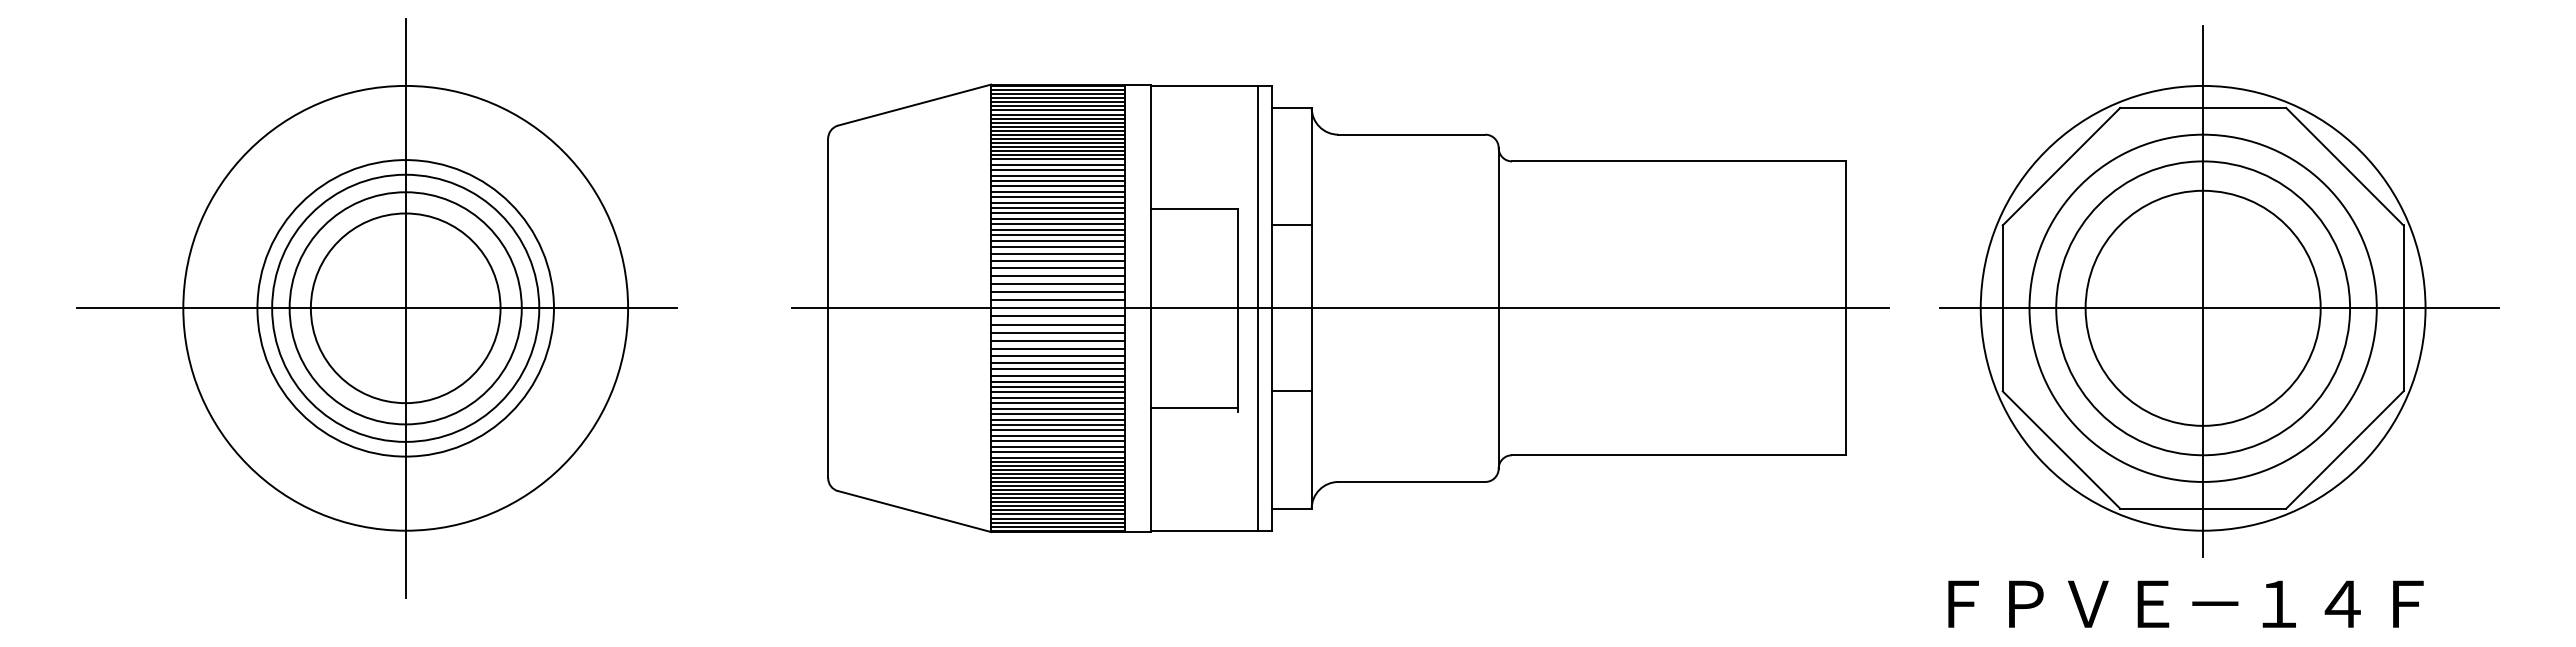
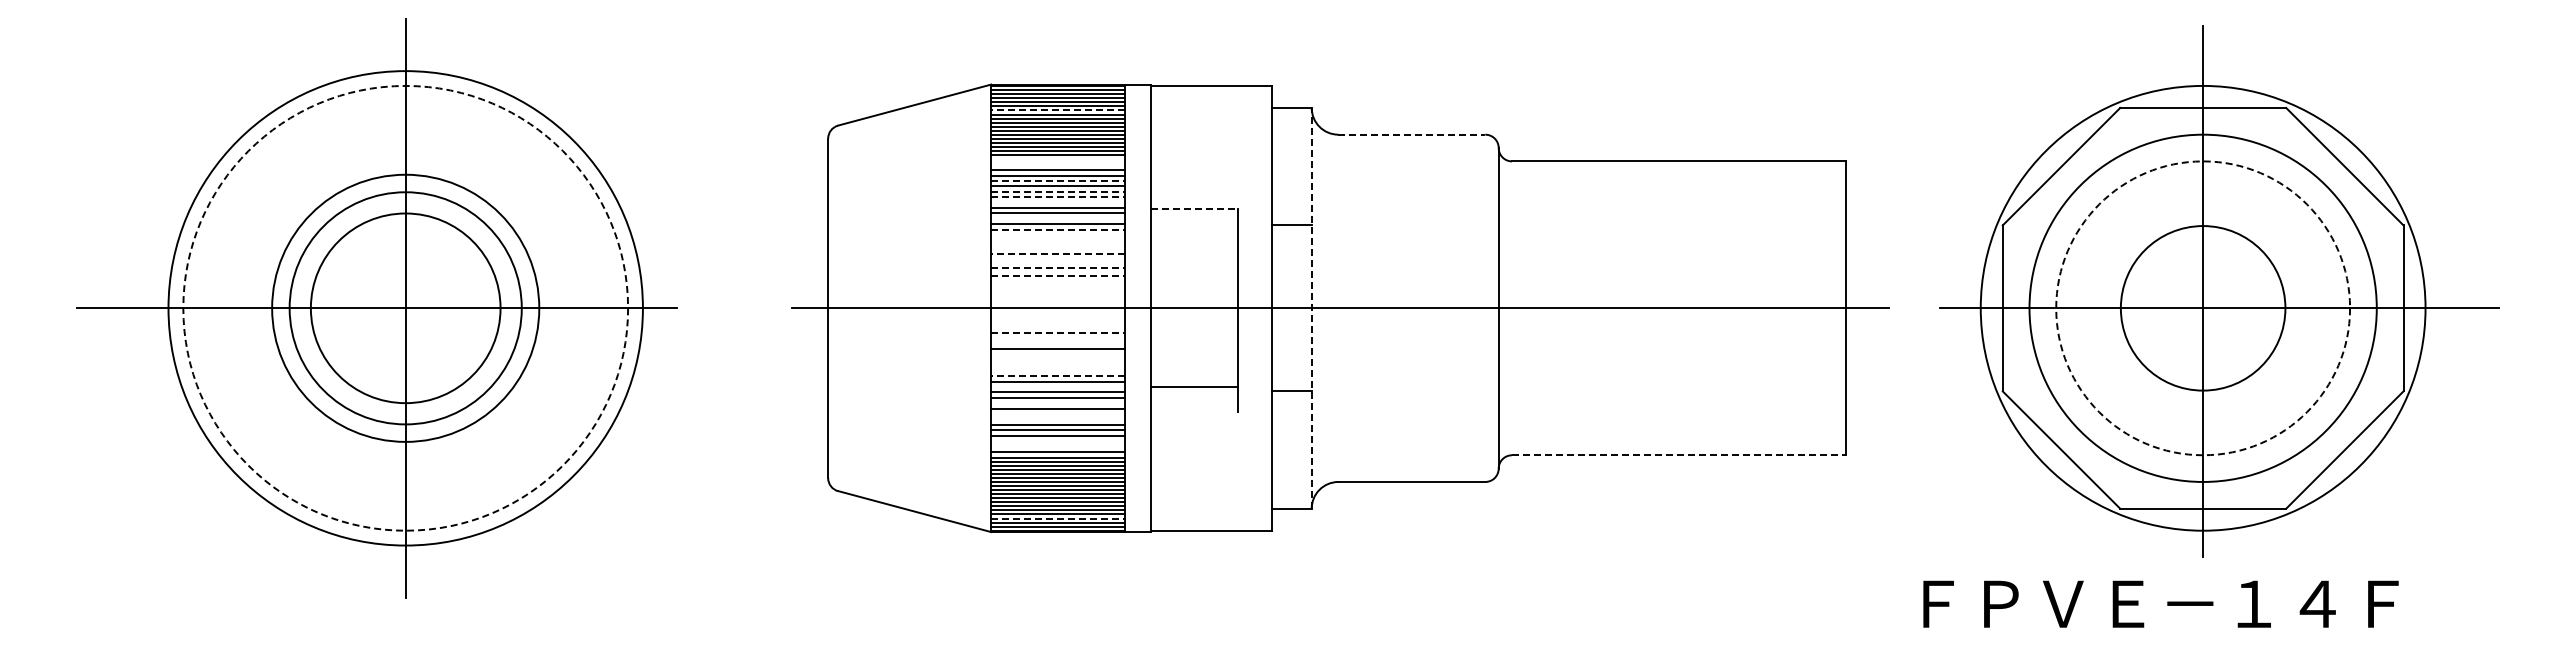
line at (1057, 110): solid -> dashed
line at (1412, 134): solid -> dashed
line at (1057, 159): present -> none
line at (1057, 164): present -> none
line at (1057, 180): solid -> dashed
line at (1057, 191): solid -> dashed
line at (1057, 197): solid -> dashed
line at (1057, 202): present -> none
line at (1195, 208): solid -> dashed
line at (1057, 218): present -> none
line at (1057, 229): solid -> dashed
line at (1057, 235): present -> none
line at (1057, 240): present -> none
line at (1057, 247): present -> none
line at (1057, 254): solid -> dashed
line at (1057, 260): present -> none
line at (1057, 267): solid -> dashed
line at (1057, 275): solid -> dashed
line at (1057, 284): present -> none
line at (1057, 292): present -> none
line at (1057, 300): present -> none
circle at (405, 307): solid -> dashed
line at (1258, 307): present -> none
line at (1311, 307): solid -> dashed
circle at (2202, 307) diameter: 235 px -> 165 px
circle at (405, 308) diameter: 297 px -> 474 px
circle at (2203, 308): solid -> dashed
line at (1057, 316): present -> none
line at (1057, 324): present -> none
line at (1057, 332): solid -> dashed
line at (1057, 340): present -> none
line at (1057, 355): present -> none
line at (1057, 362): present -> none
line at (1057, 369): present -> none
line at (1057, 376): solid -> dashed
line at (1057, 387): present -> none
line at (1057, 403): present -> none
line at (1194, 408) position: (1194, 408) -> (1194, 387)
line at (1057, 414): present -> none
line at (1057, 419): present -> none
line at (1057, 441): present -> none
line at (1057, 446): present -> none
line at (1679, 455): solid -> dashed
line at (1057, 518): solid -> dashed
text at (2185, 603) position: (2185, 603) -> (2160, 603)
